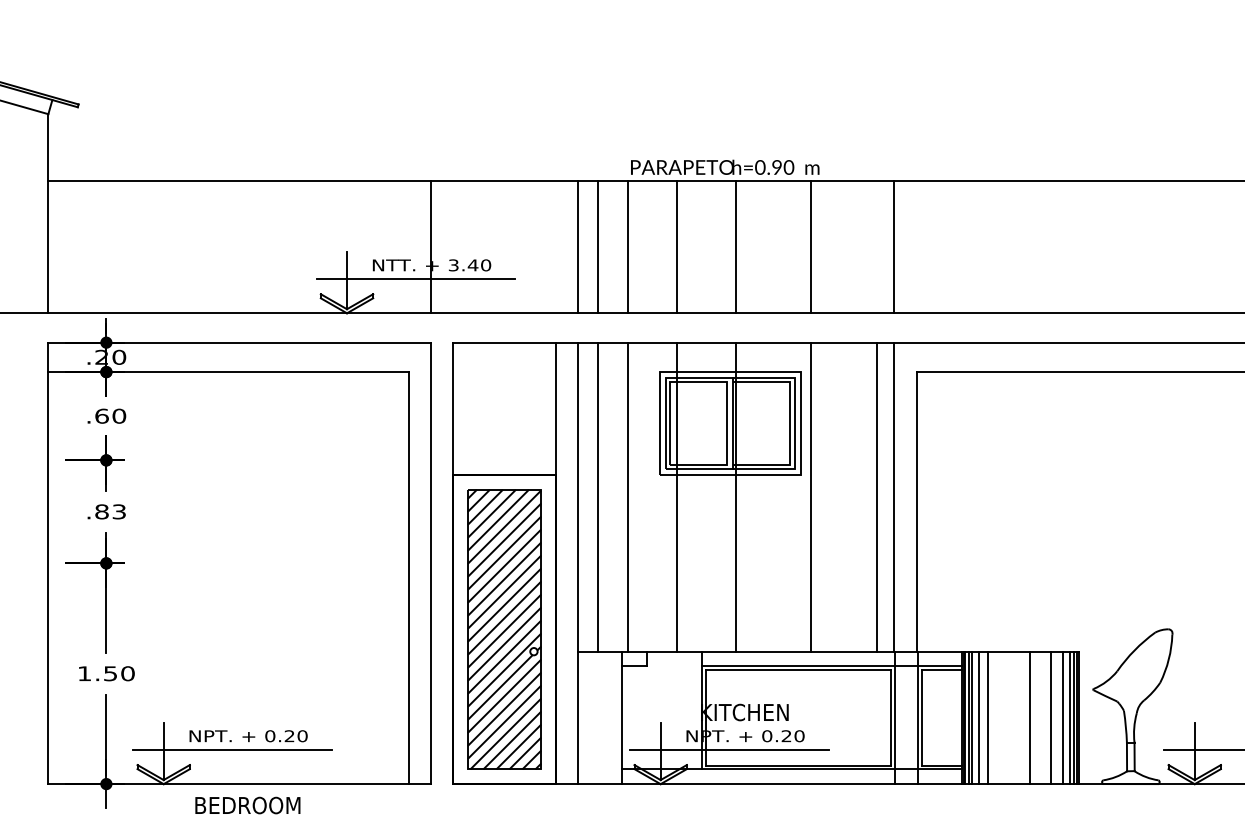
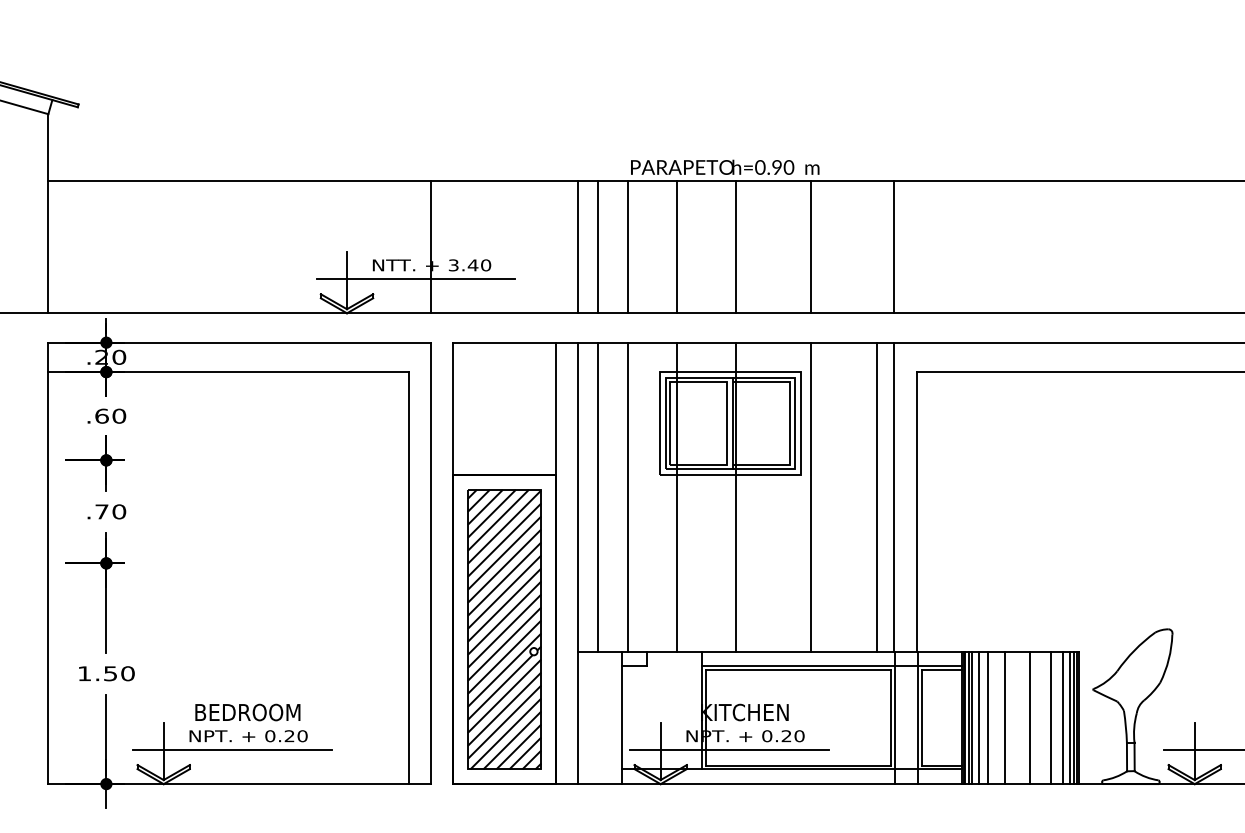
text at (110, 511): .83 -> .70
line at (1005, 717): none -> present
text at (247, 805) position: (247, 805) -> (247, 712)
